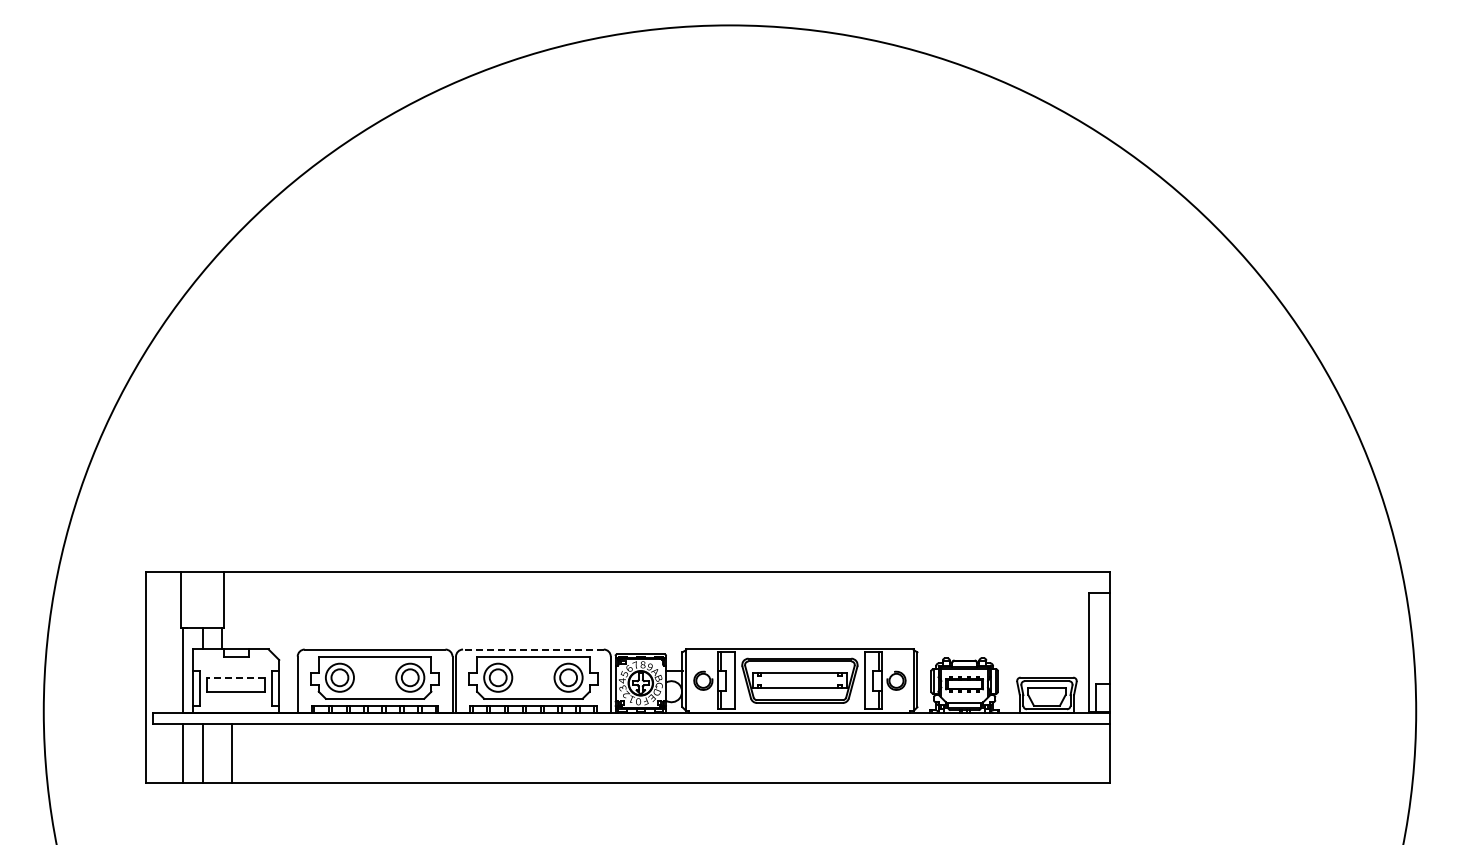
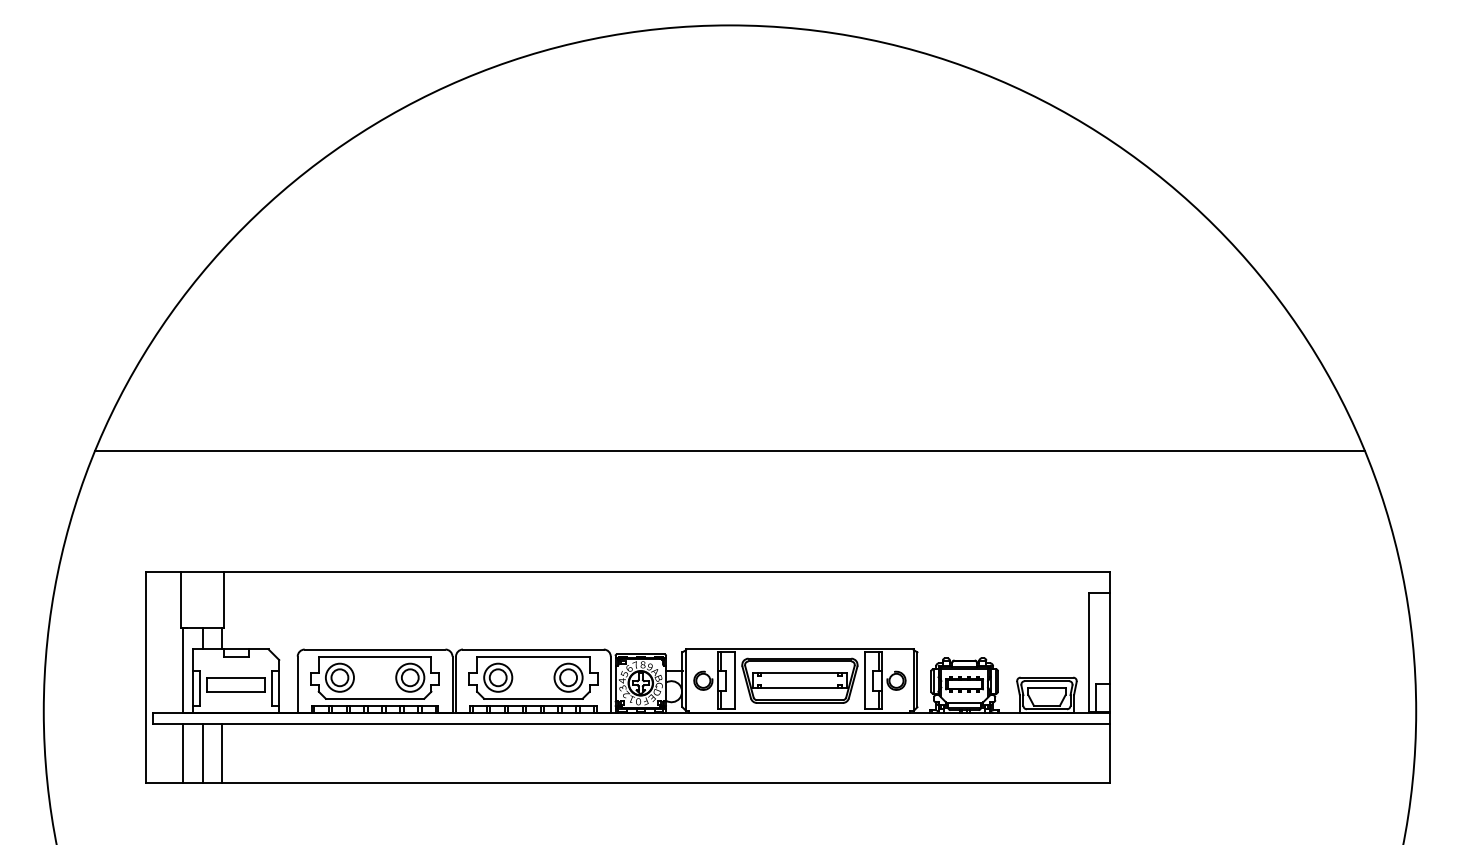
line at (729, 451): none -> present
line at (532, 649): dashed -> solid
line at (236, 678): dashed -> solid
line at (232, 753) position: (232, 753) -> (222, 753)
